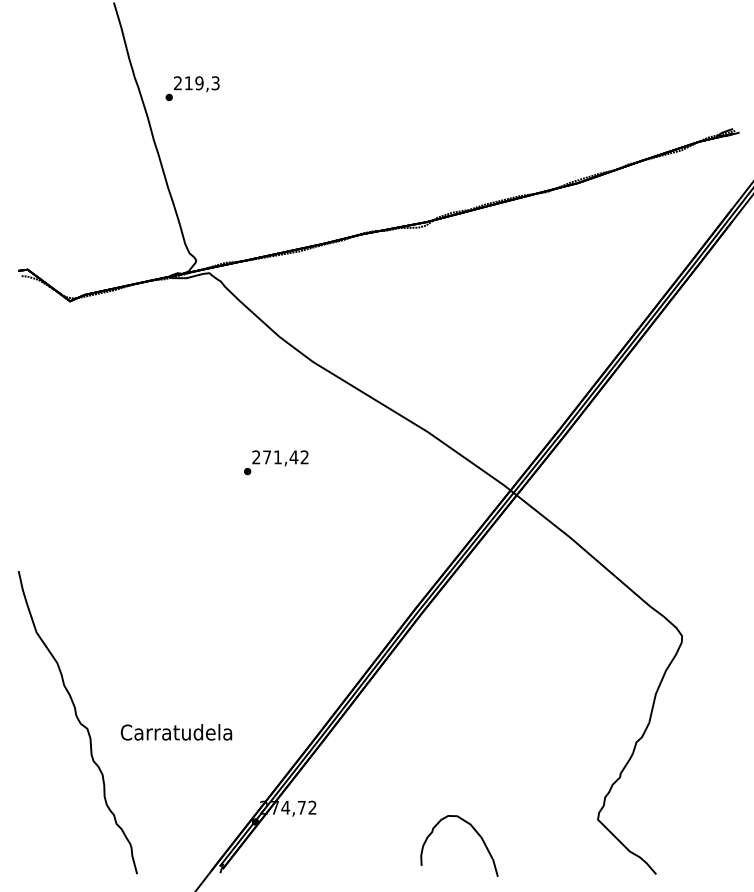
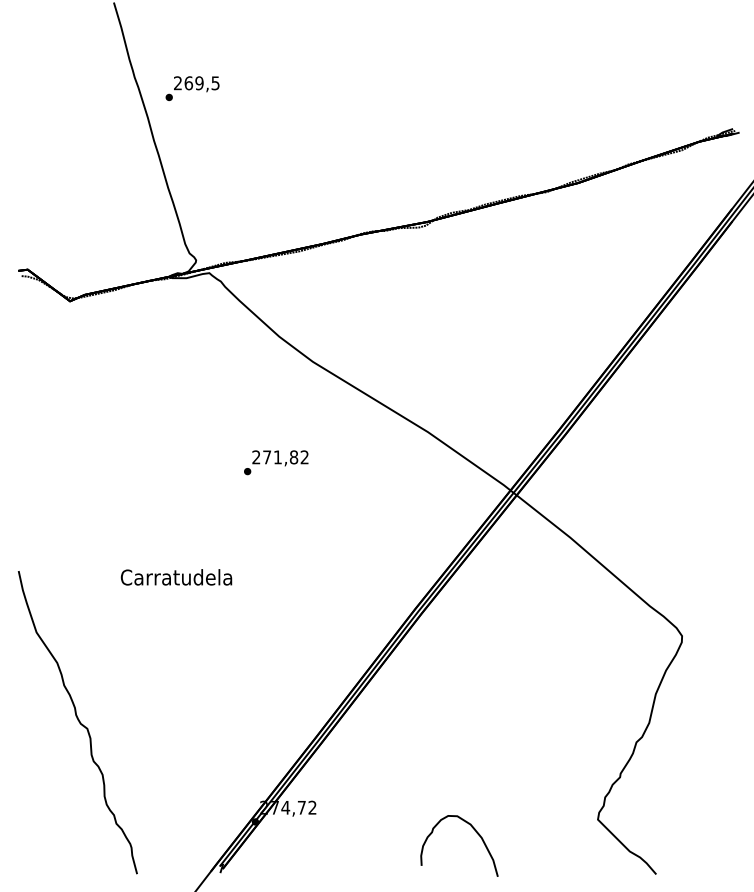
text at (201, 83): 219,3 -> 269,5
text at (293, 457): 271,42 -> 271,82
text at (176, 732) position: (176, 732) -> (176, 577)
